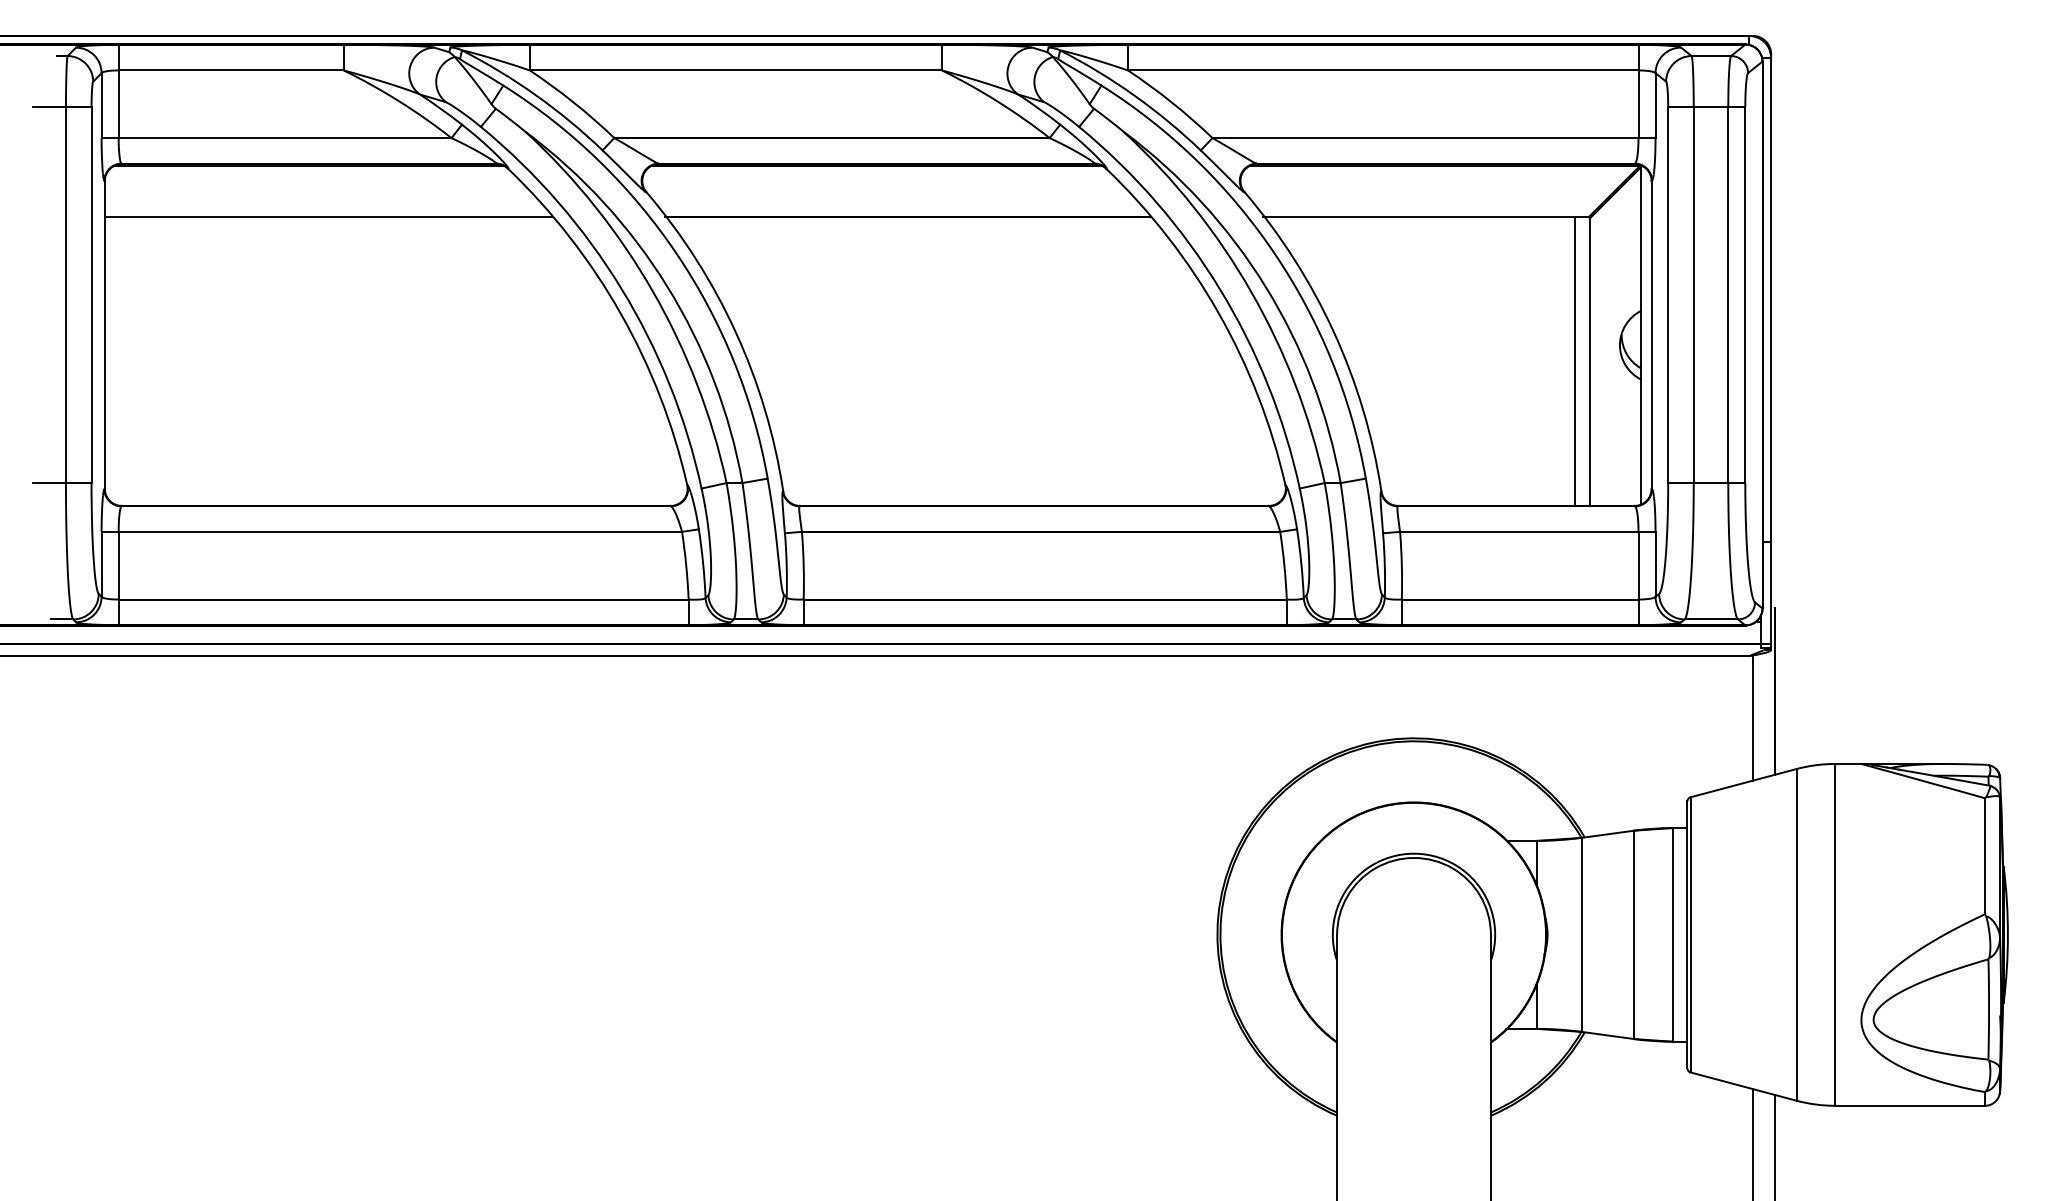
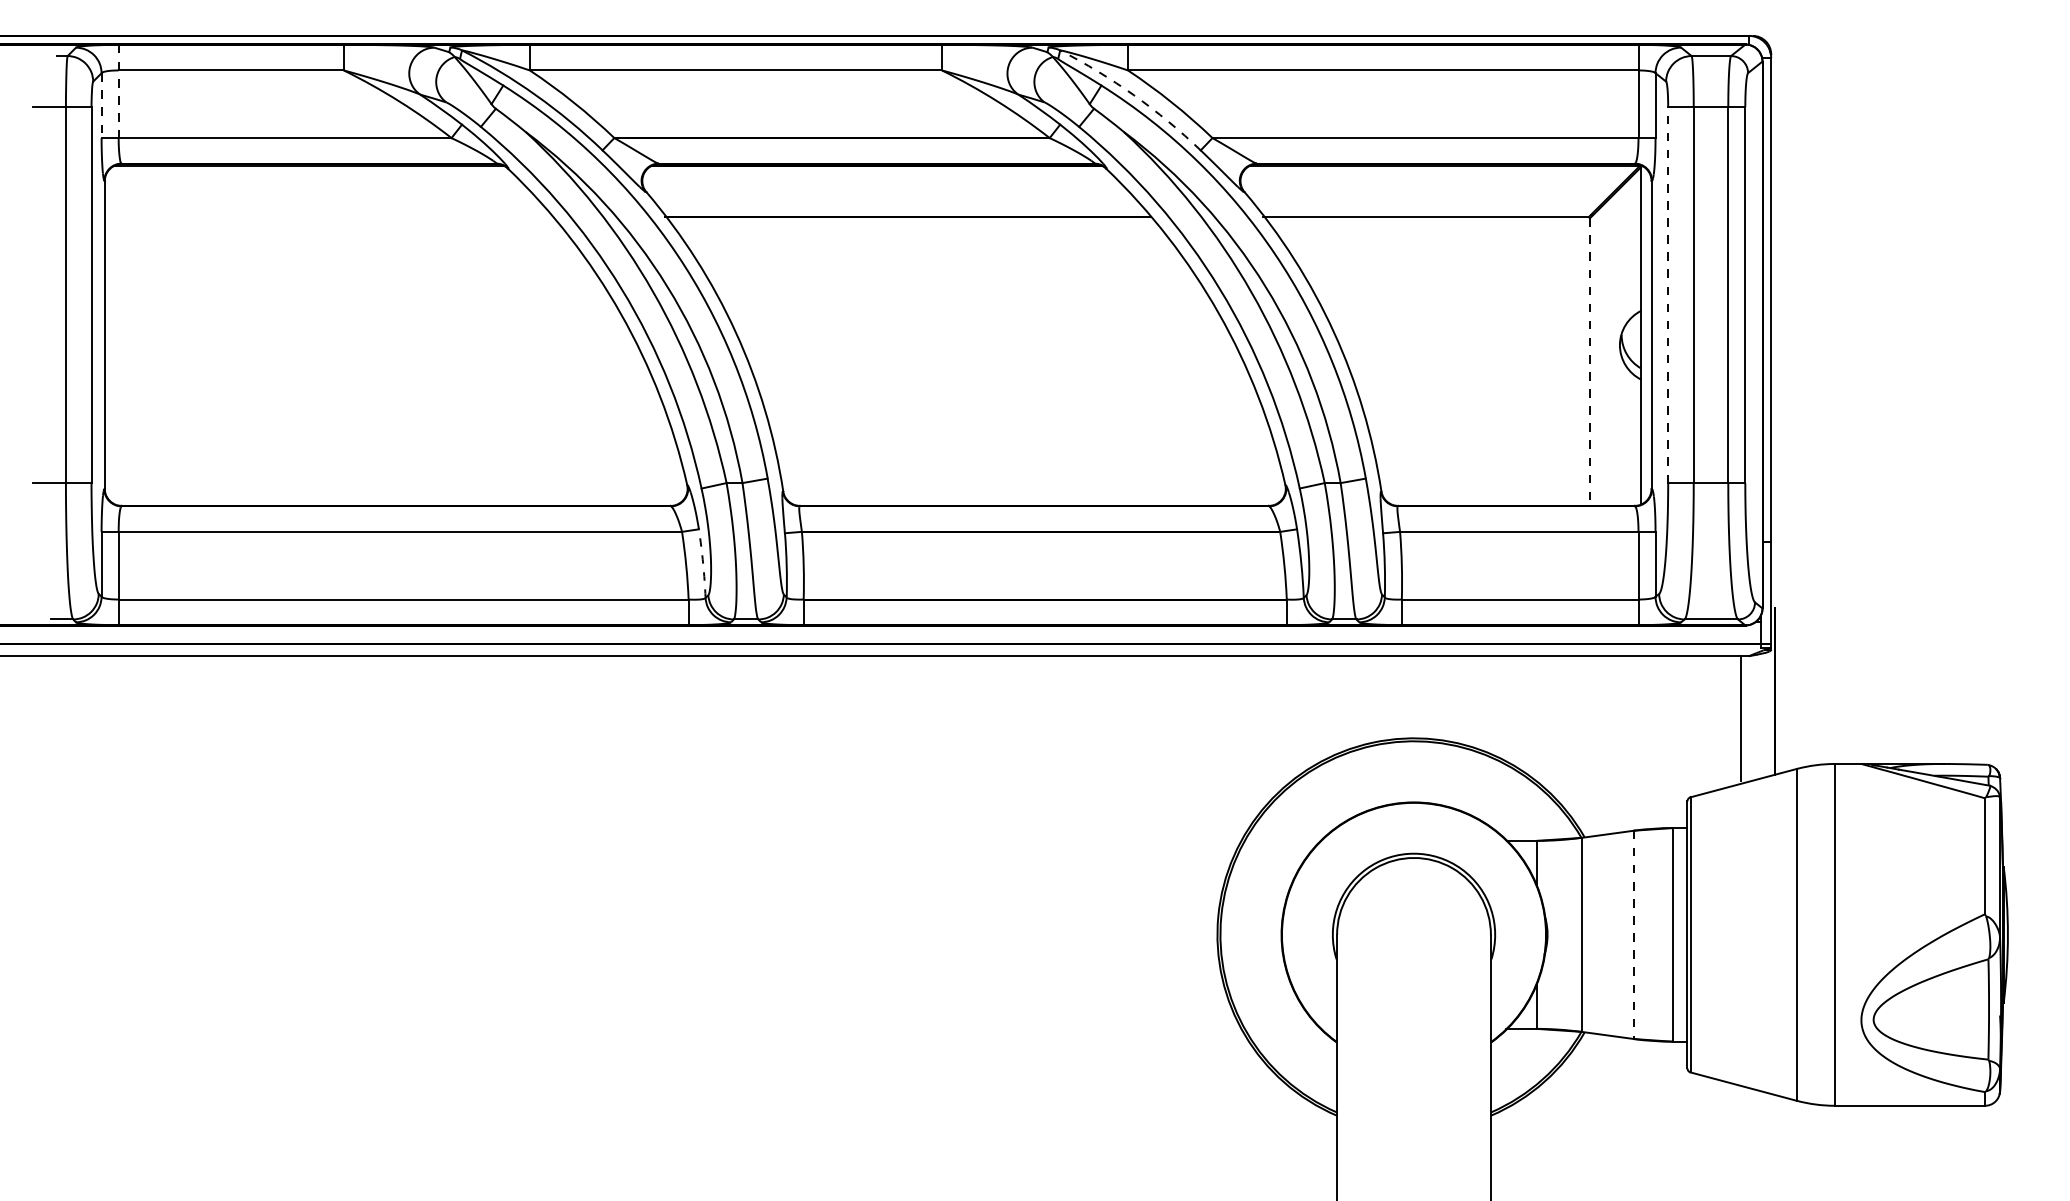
line at (118, 91): solid -> dashed
arc at (1134, 95): solid -> dashed
line at (101, 106): solid -> dashed
line at (327, 217): present -> none
line at (1668, 295): solid -> dashed
line at (1574, 361): present -> none
line at (1590, 362): solid -> dashed
arc at (703, 563): solid -> dashed
line at (1752, 718) position: (1752, 718) -> (1740, 718)
line at (1634, 935): solid -> dashed
line at (1752, 1142): present -> none
line at (1774, 1145): present -> none
